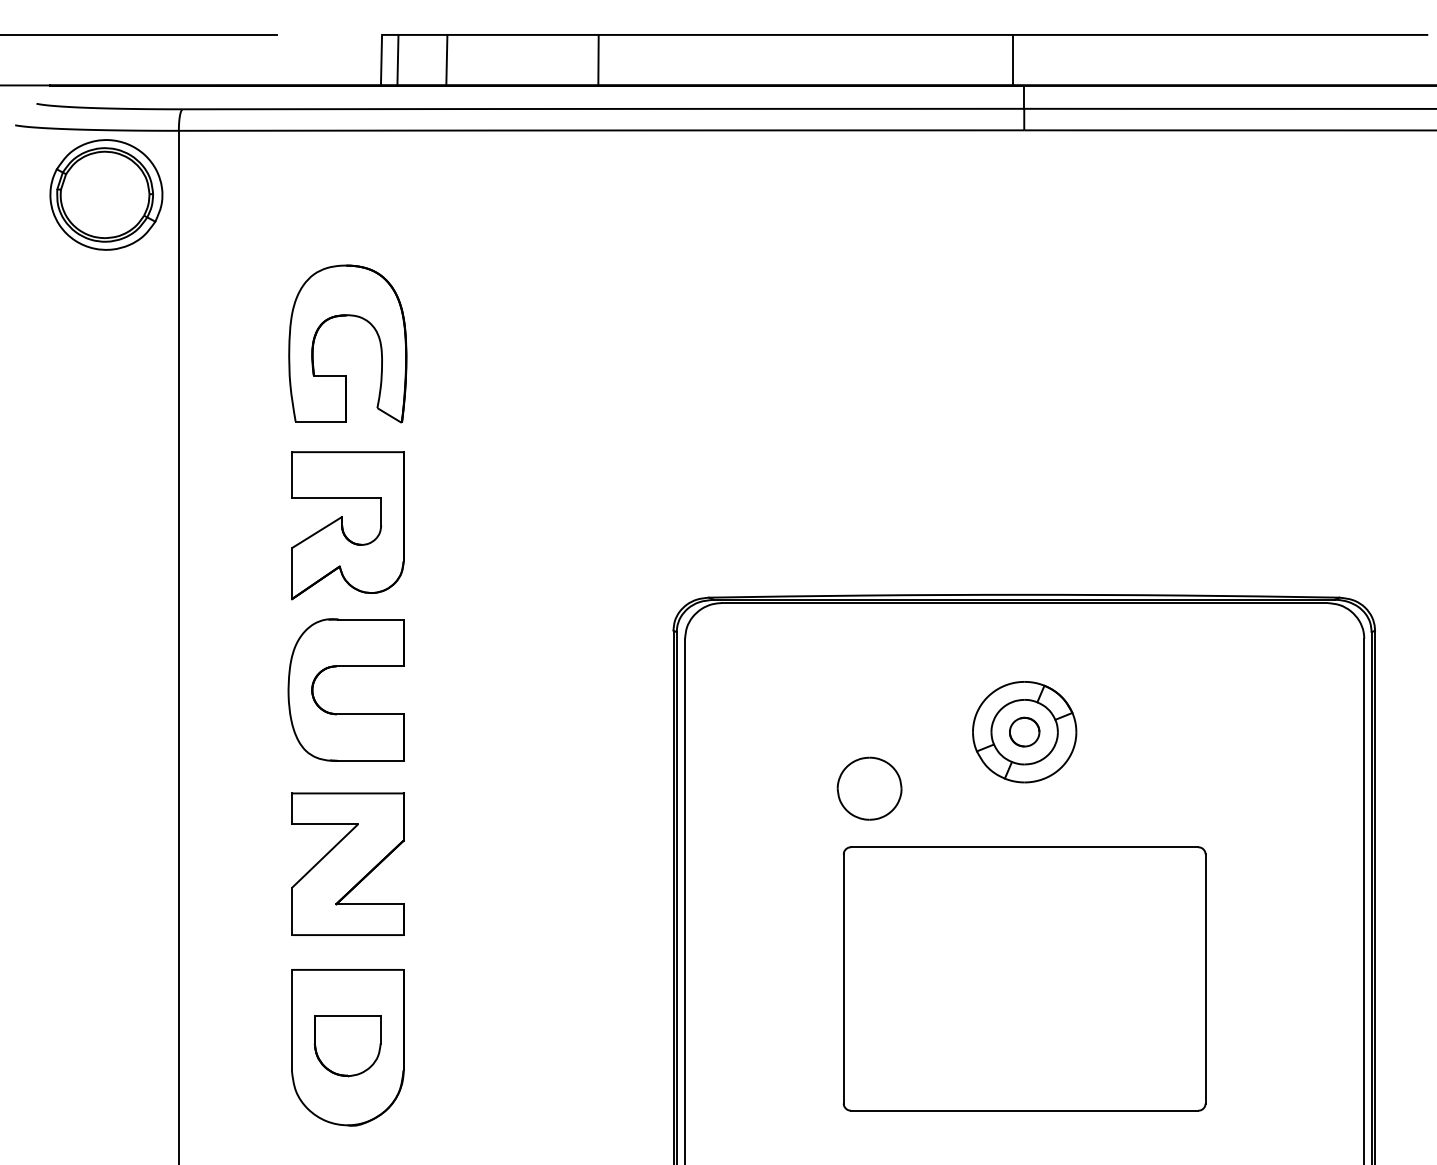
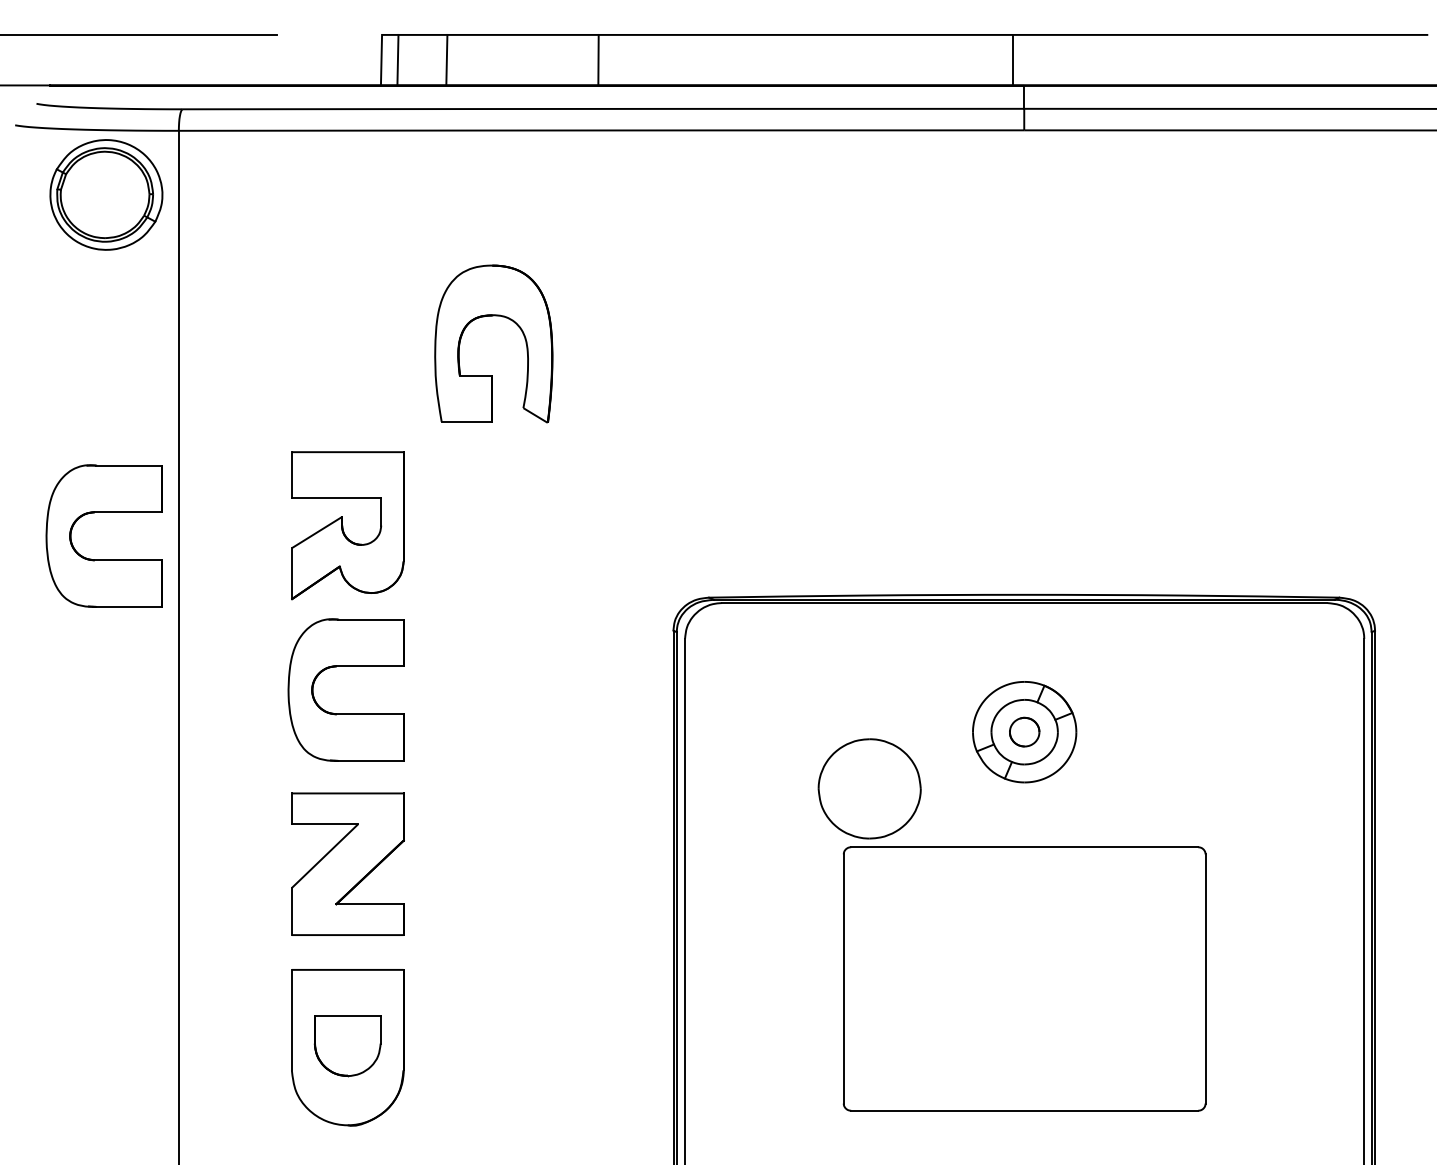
part at (347, 316) position: (347, 316) -> (493, 316)
part at (103, 512): none -> present
part at (869, 788) size: 67x65 px -> 105x102 px
